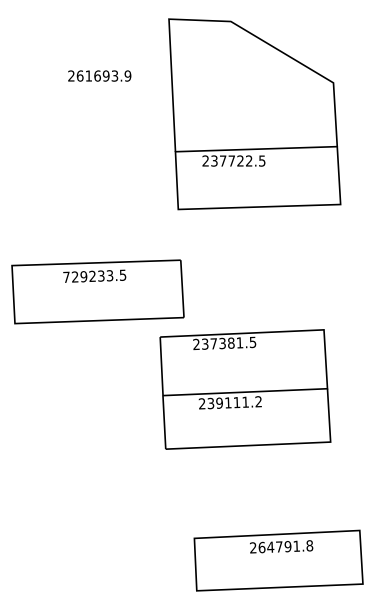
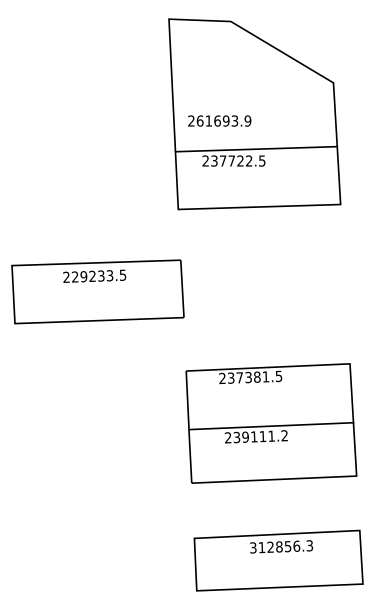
text at (99, 75) position: (99, 75) -> (219, 120)
text at (66, 276): 729233.5 -> 229233.5
text at (245, 389) position: (245, 389) -> (271, 423)
text at (281, 546): 264791.8 -> 312856.3
